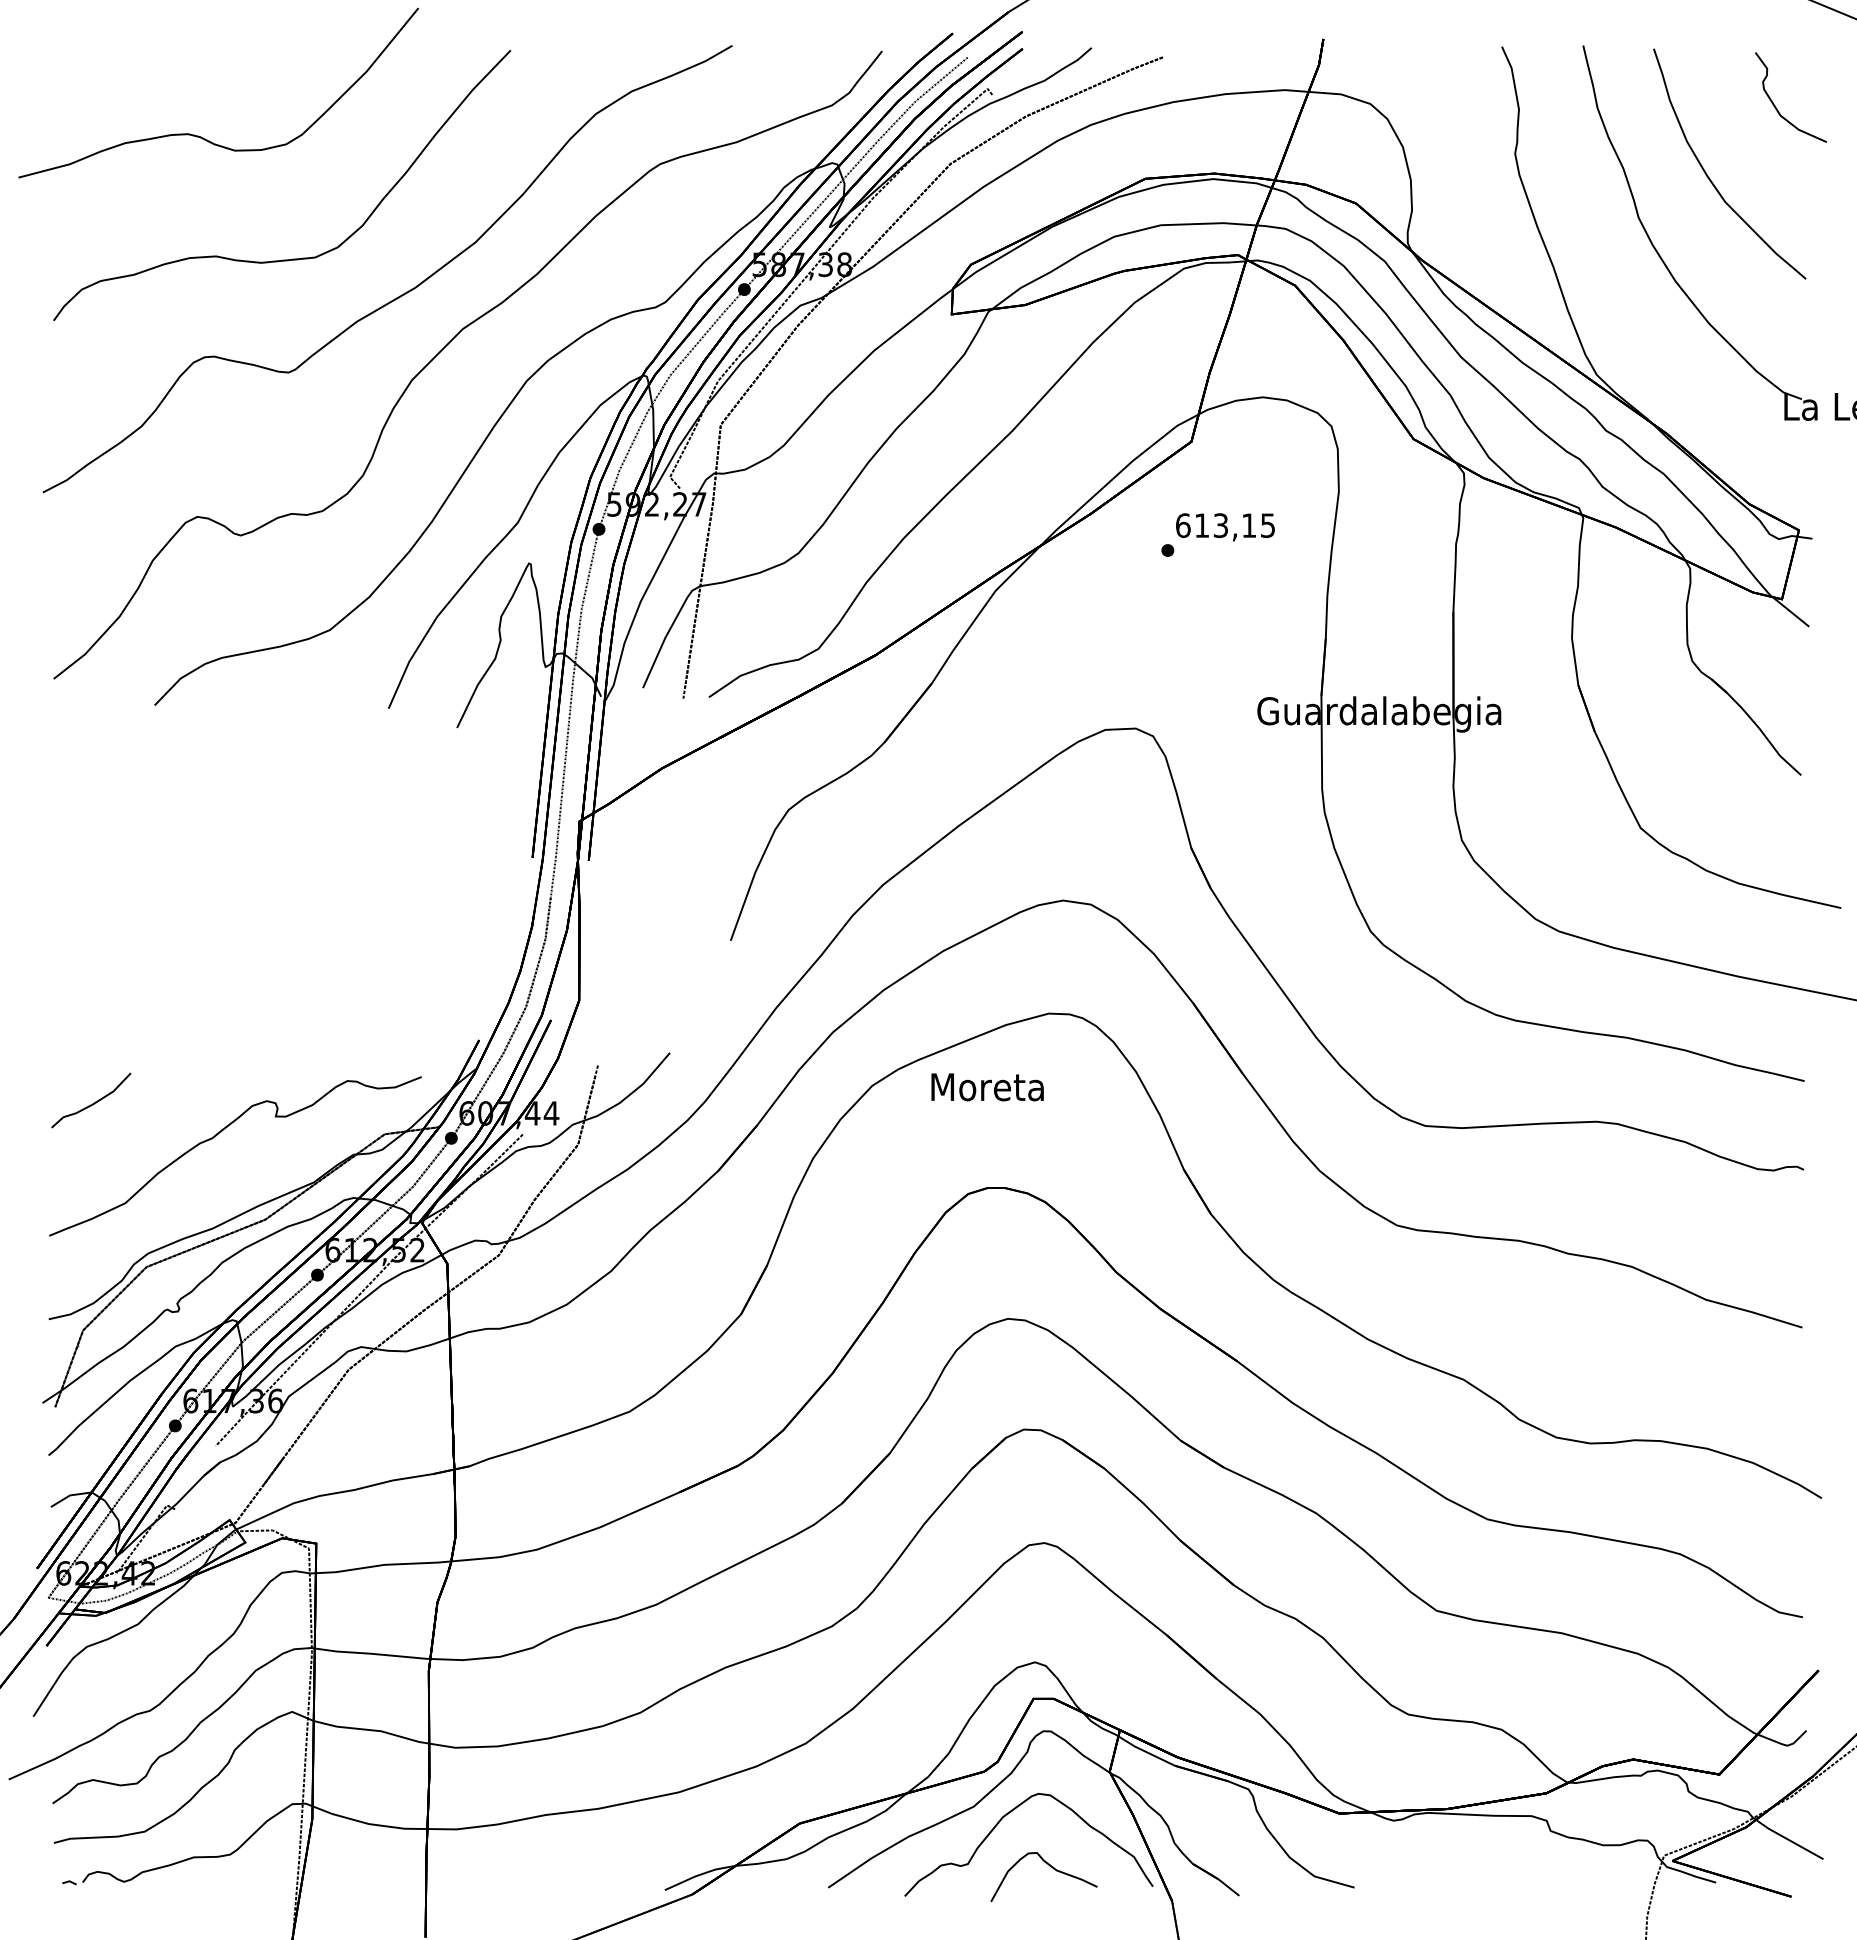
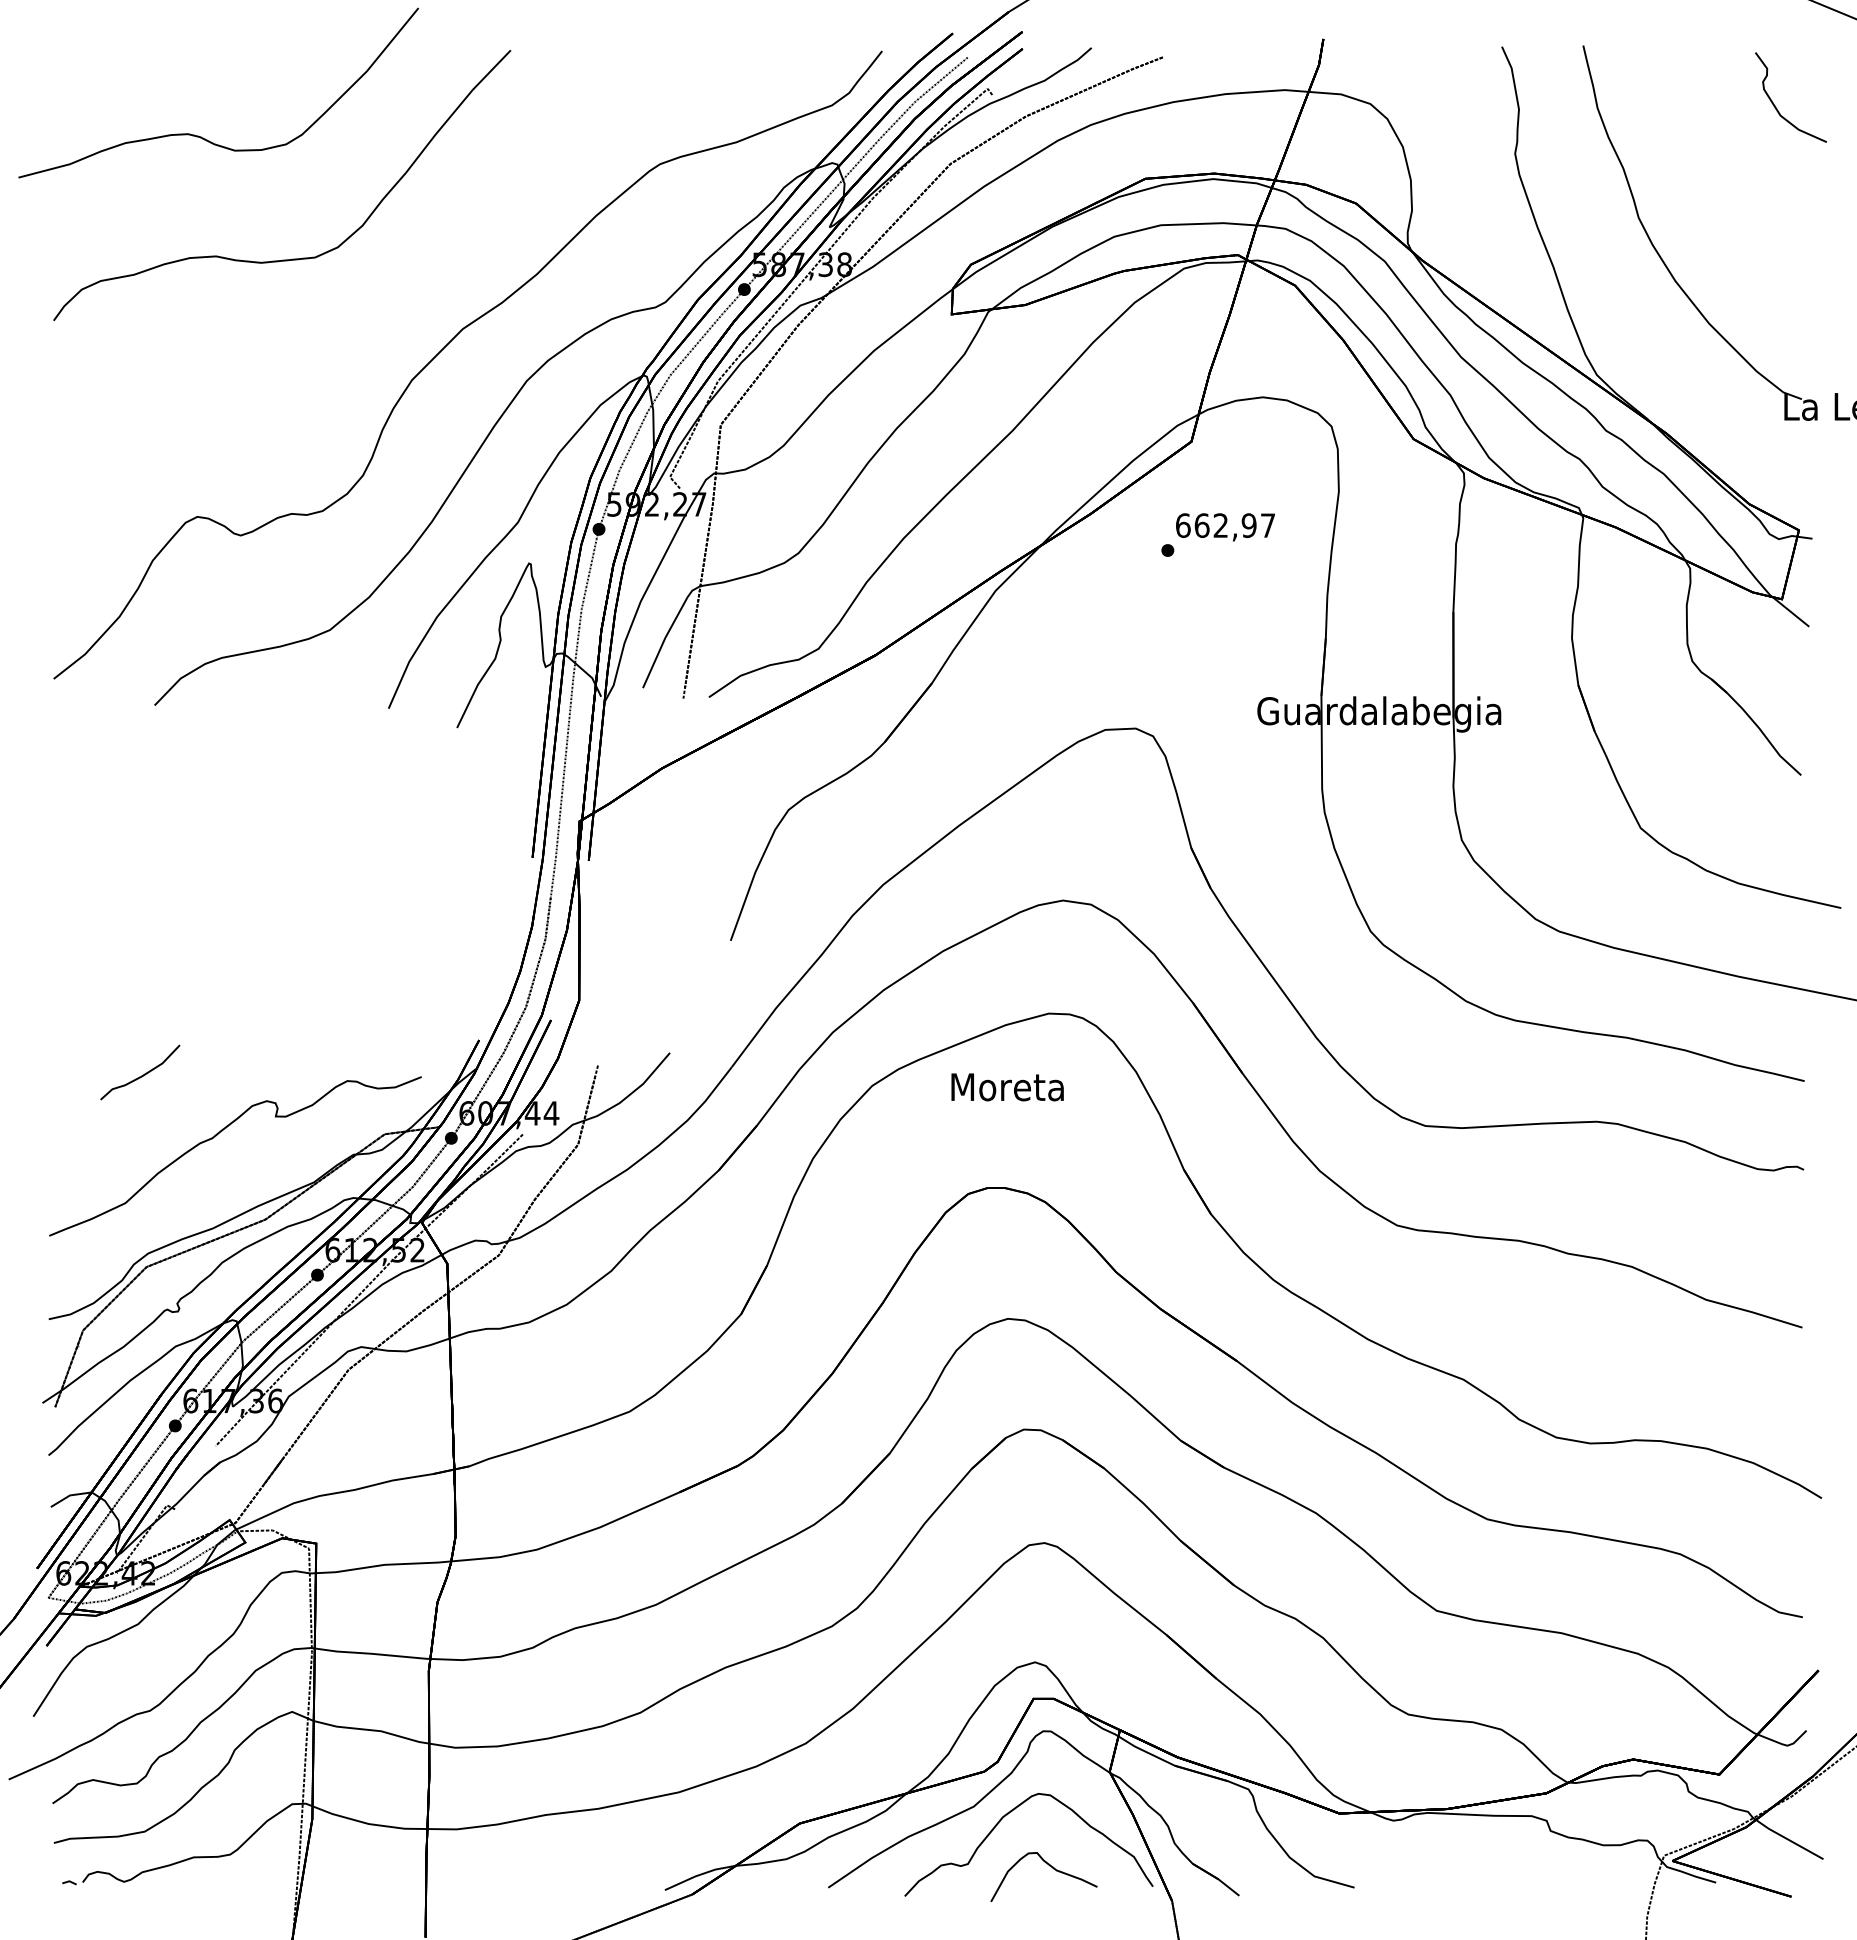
curve at (1708, 175): present -> none
curve at (399, 295): present -> none
text at (1234, 525): 613,15 -> 662,97
text at (987, 1087) position: (987, 1087) -> (1007, 1087)
part at (91, 1100) position: (91, 1100) -> (140, 1072)
